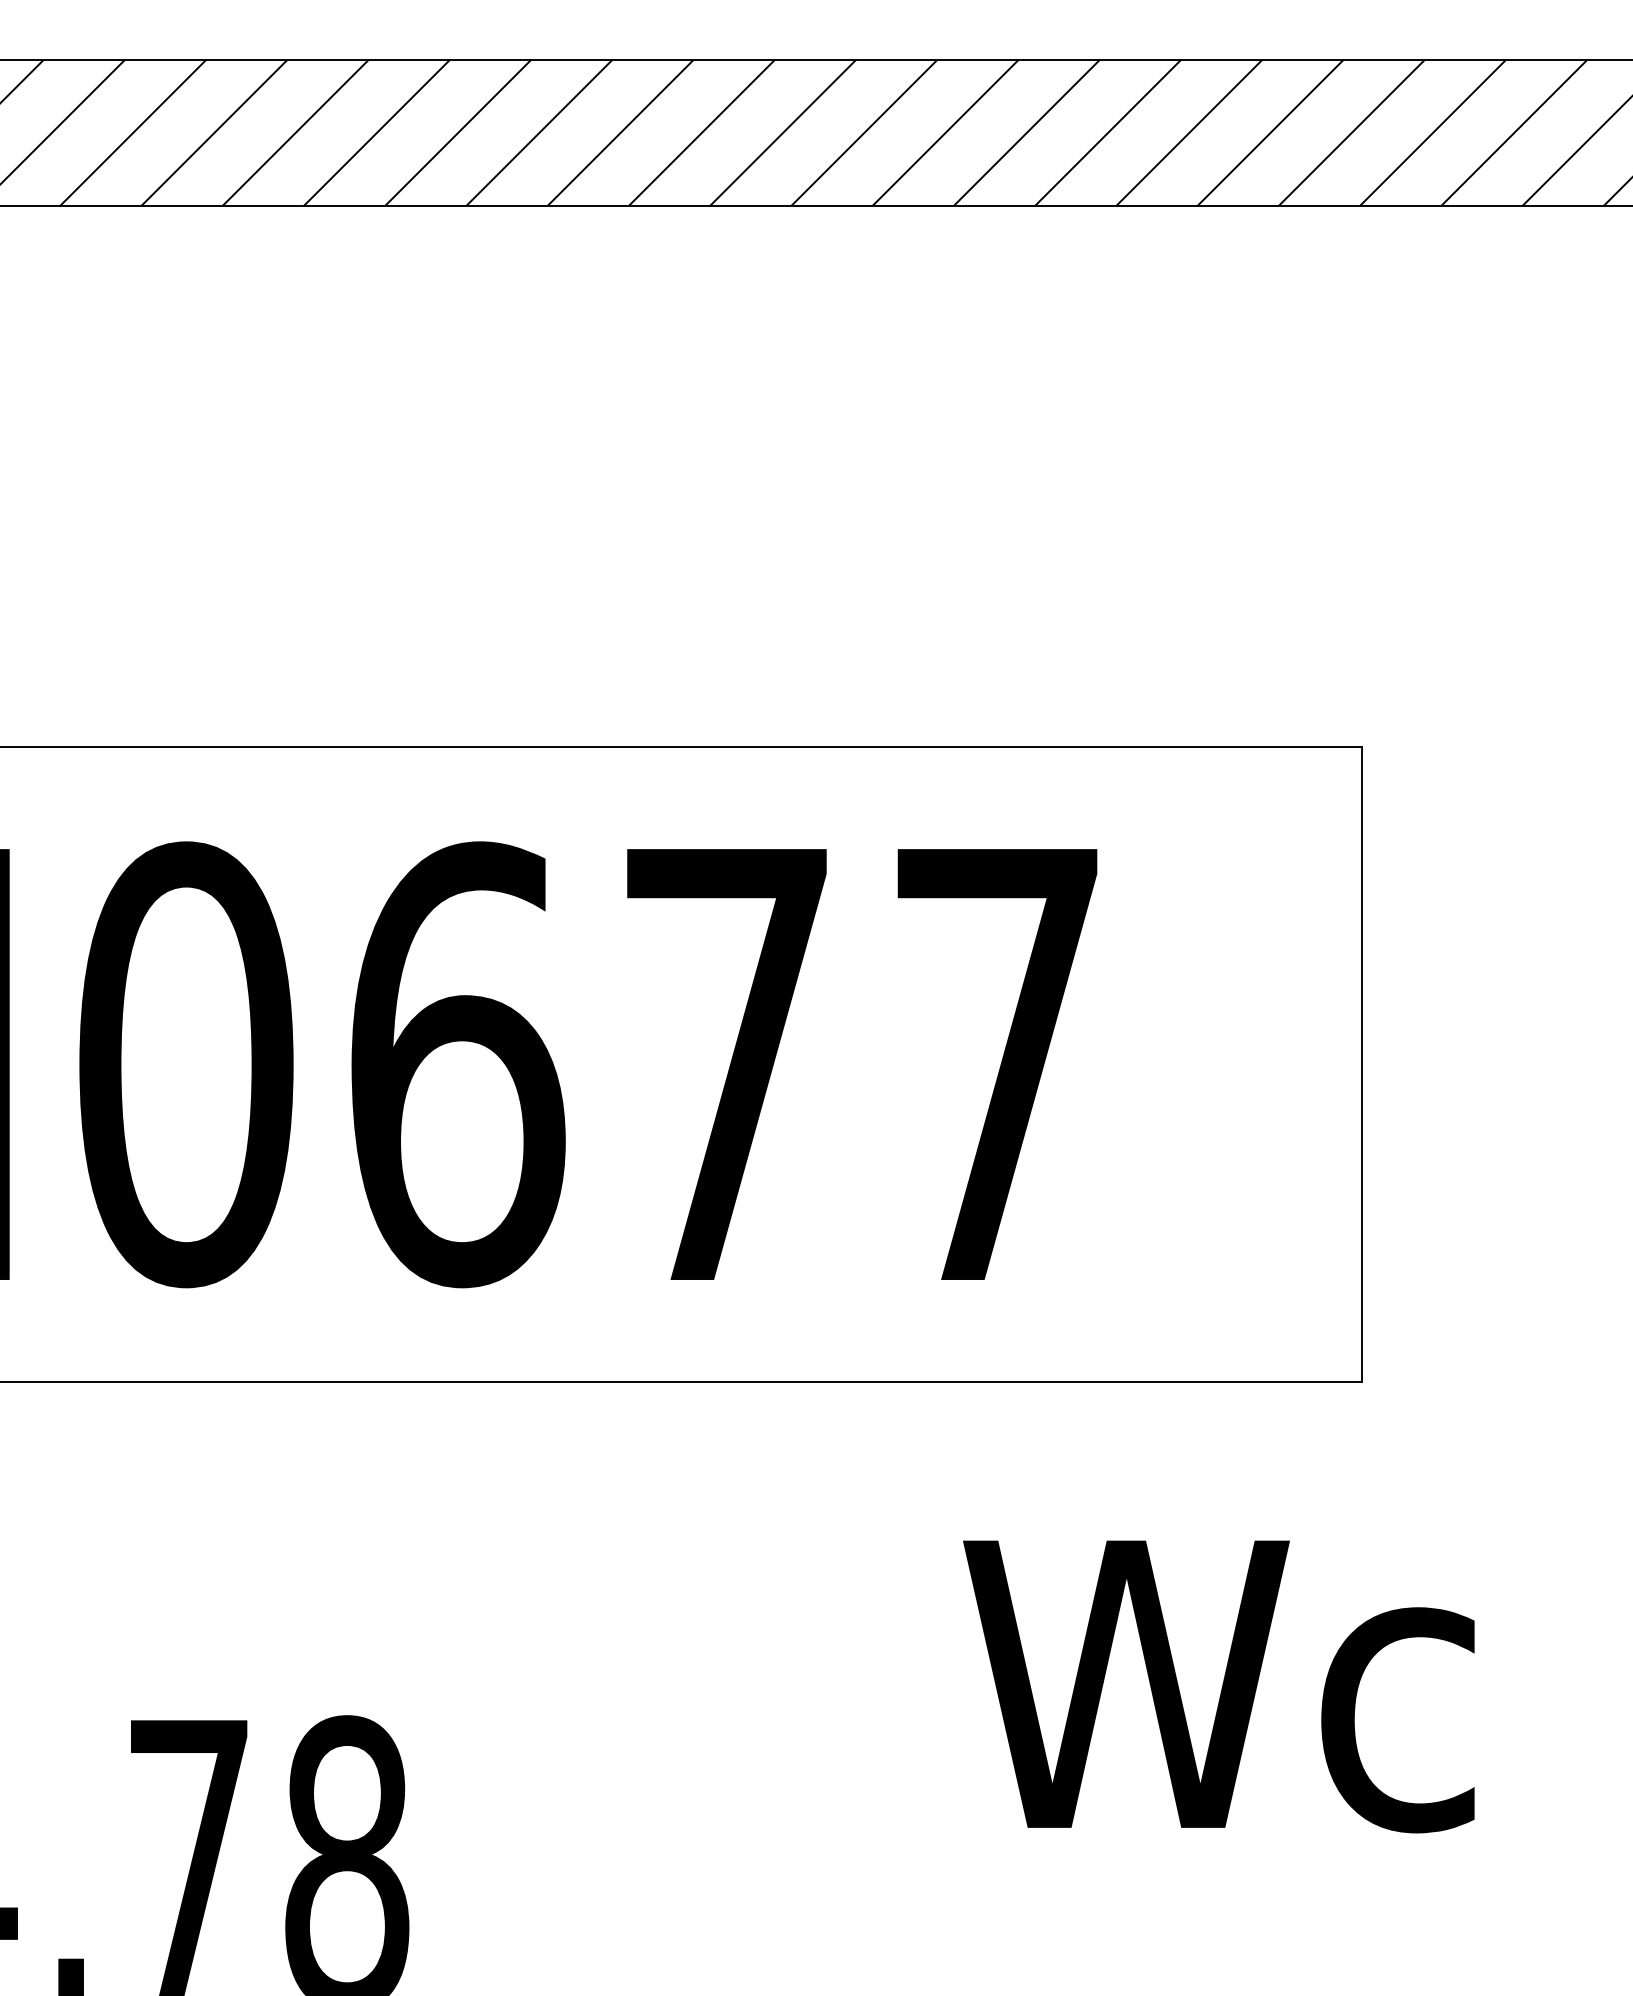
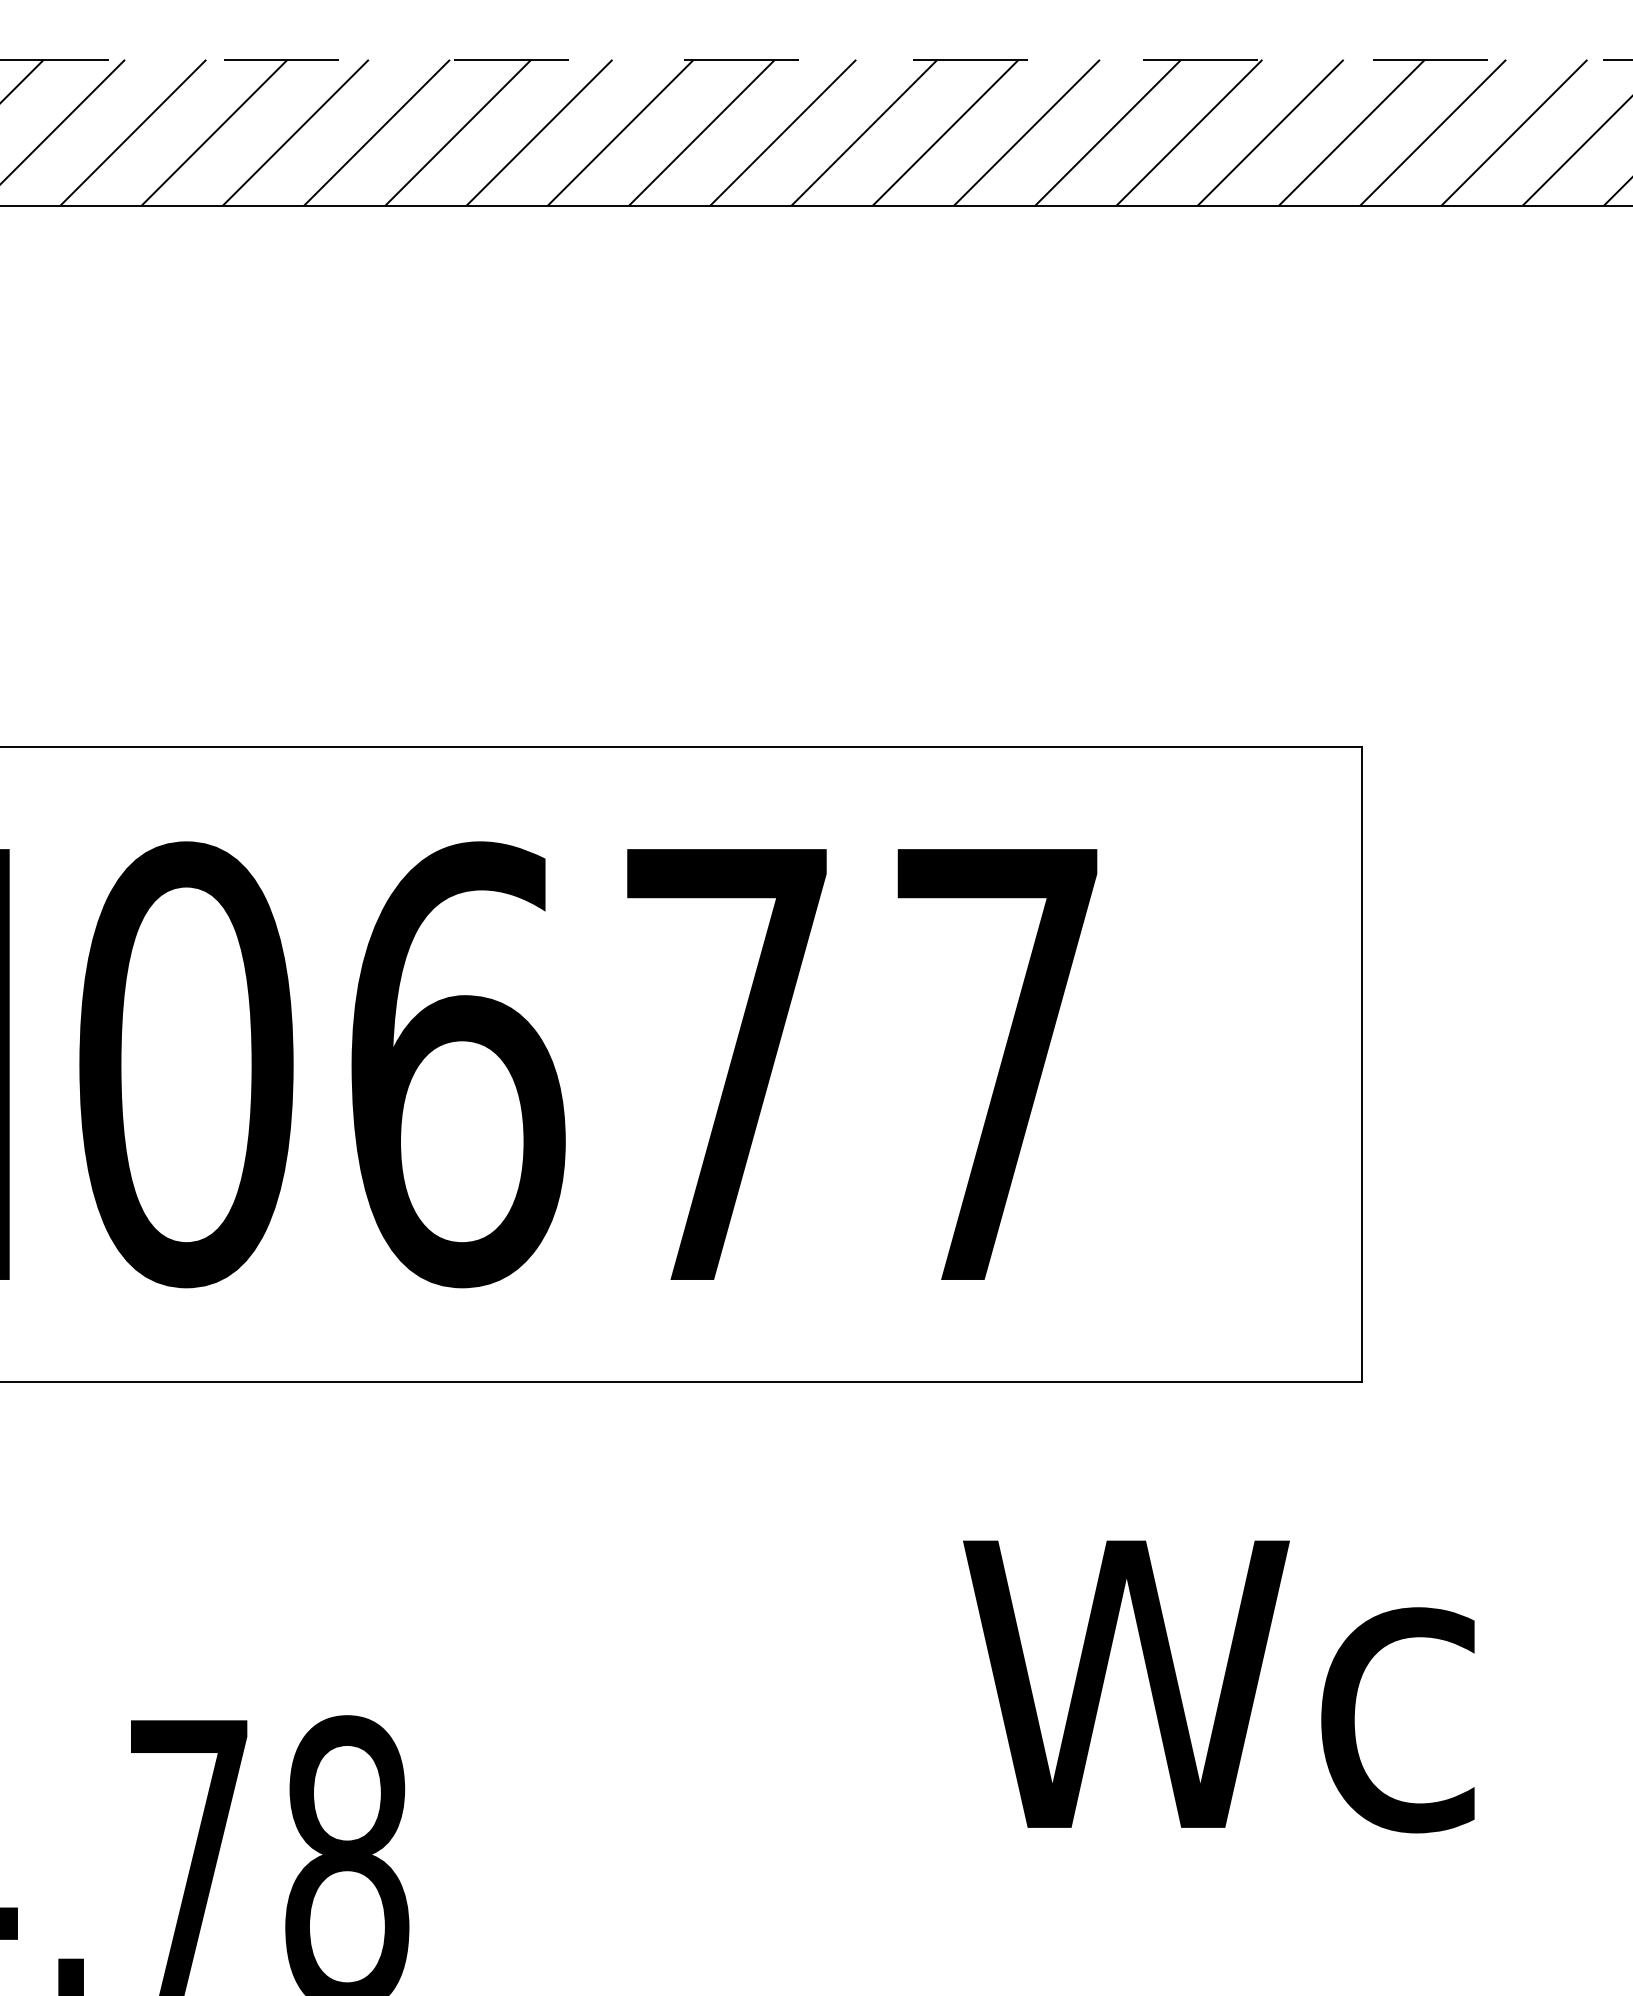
line at (816, 59): solid -> dashed
